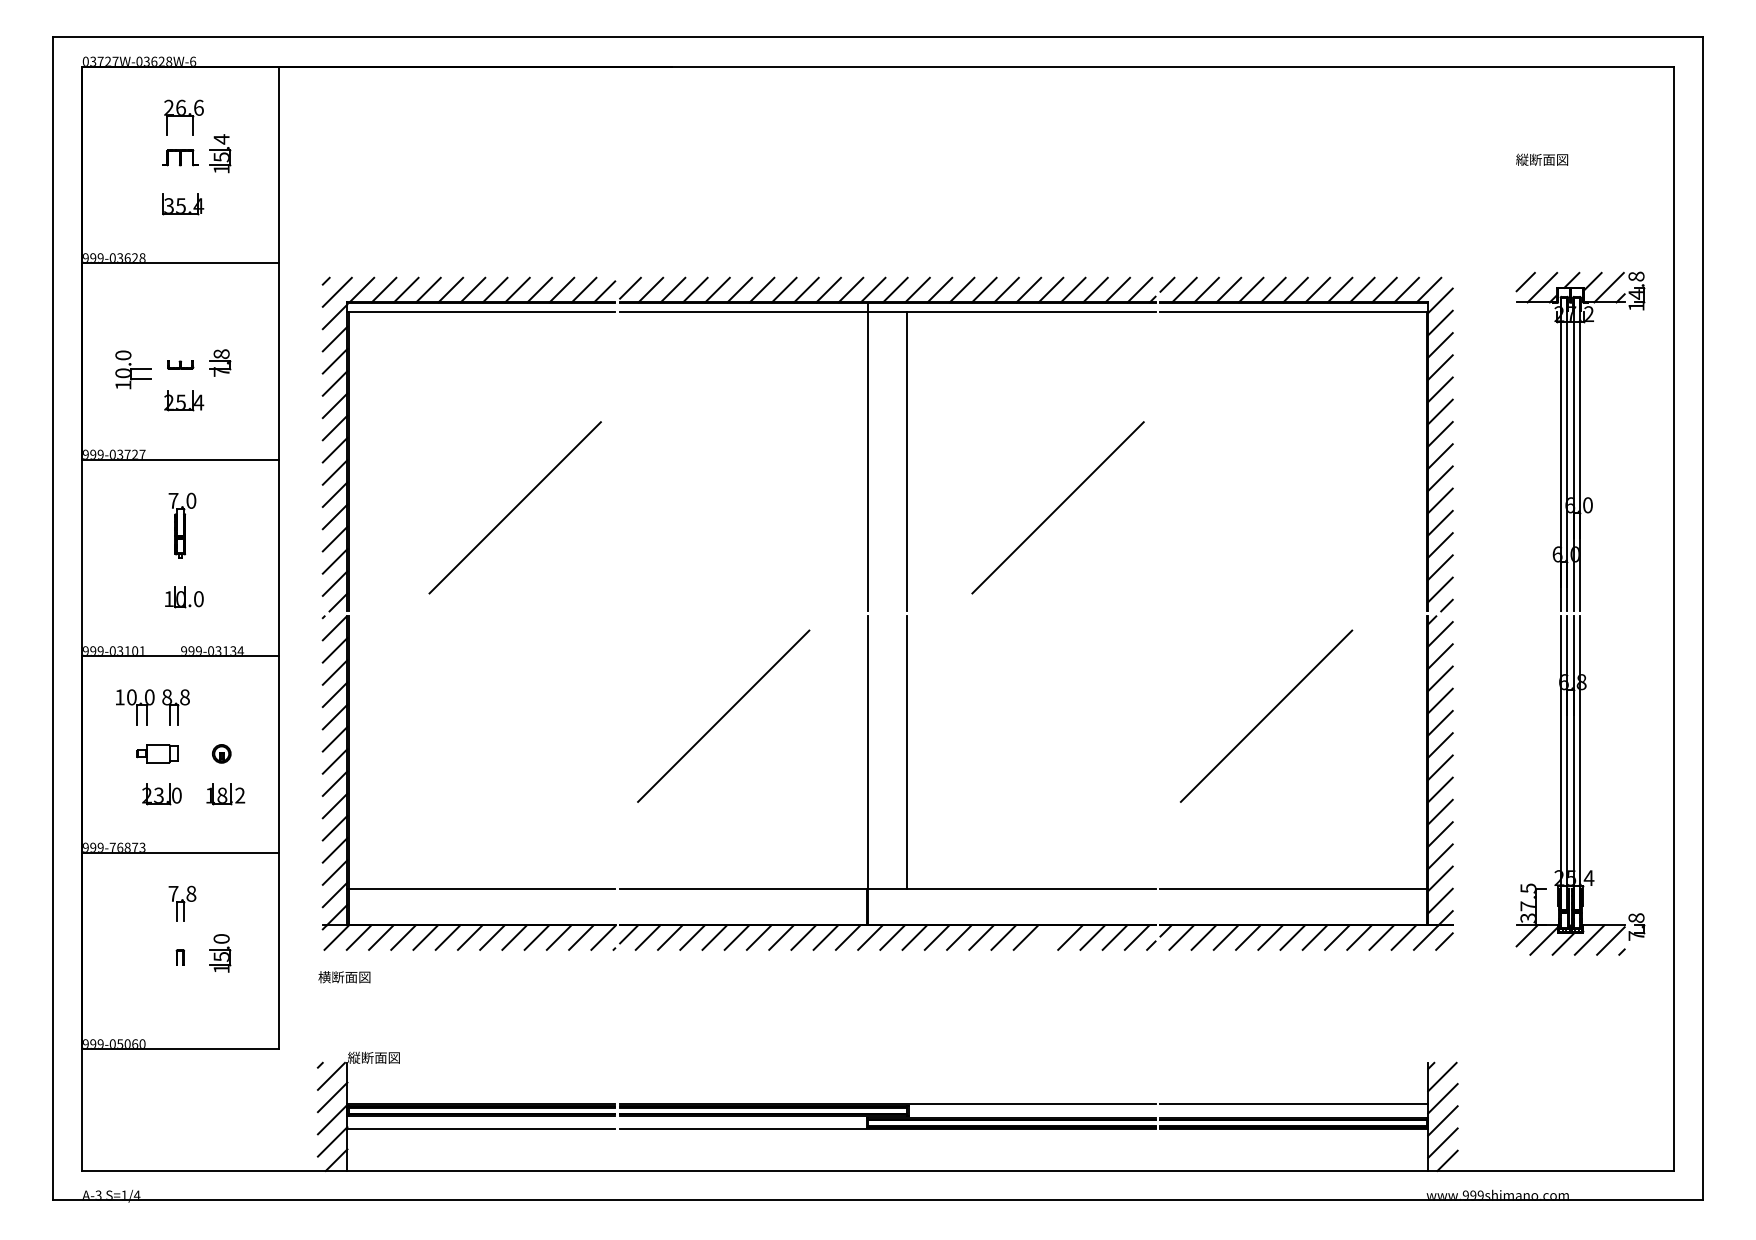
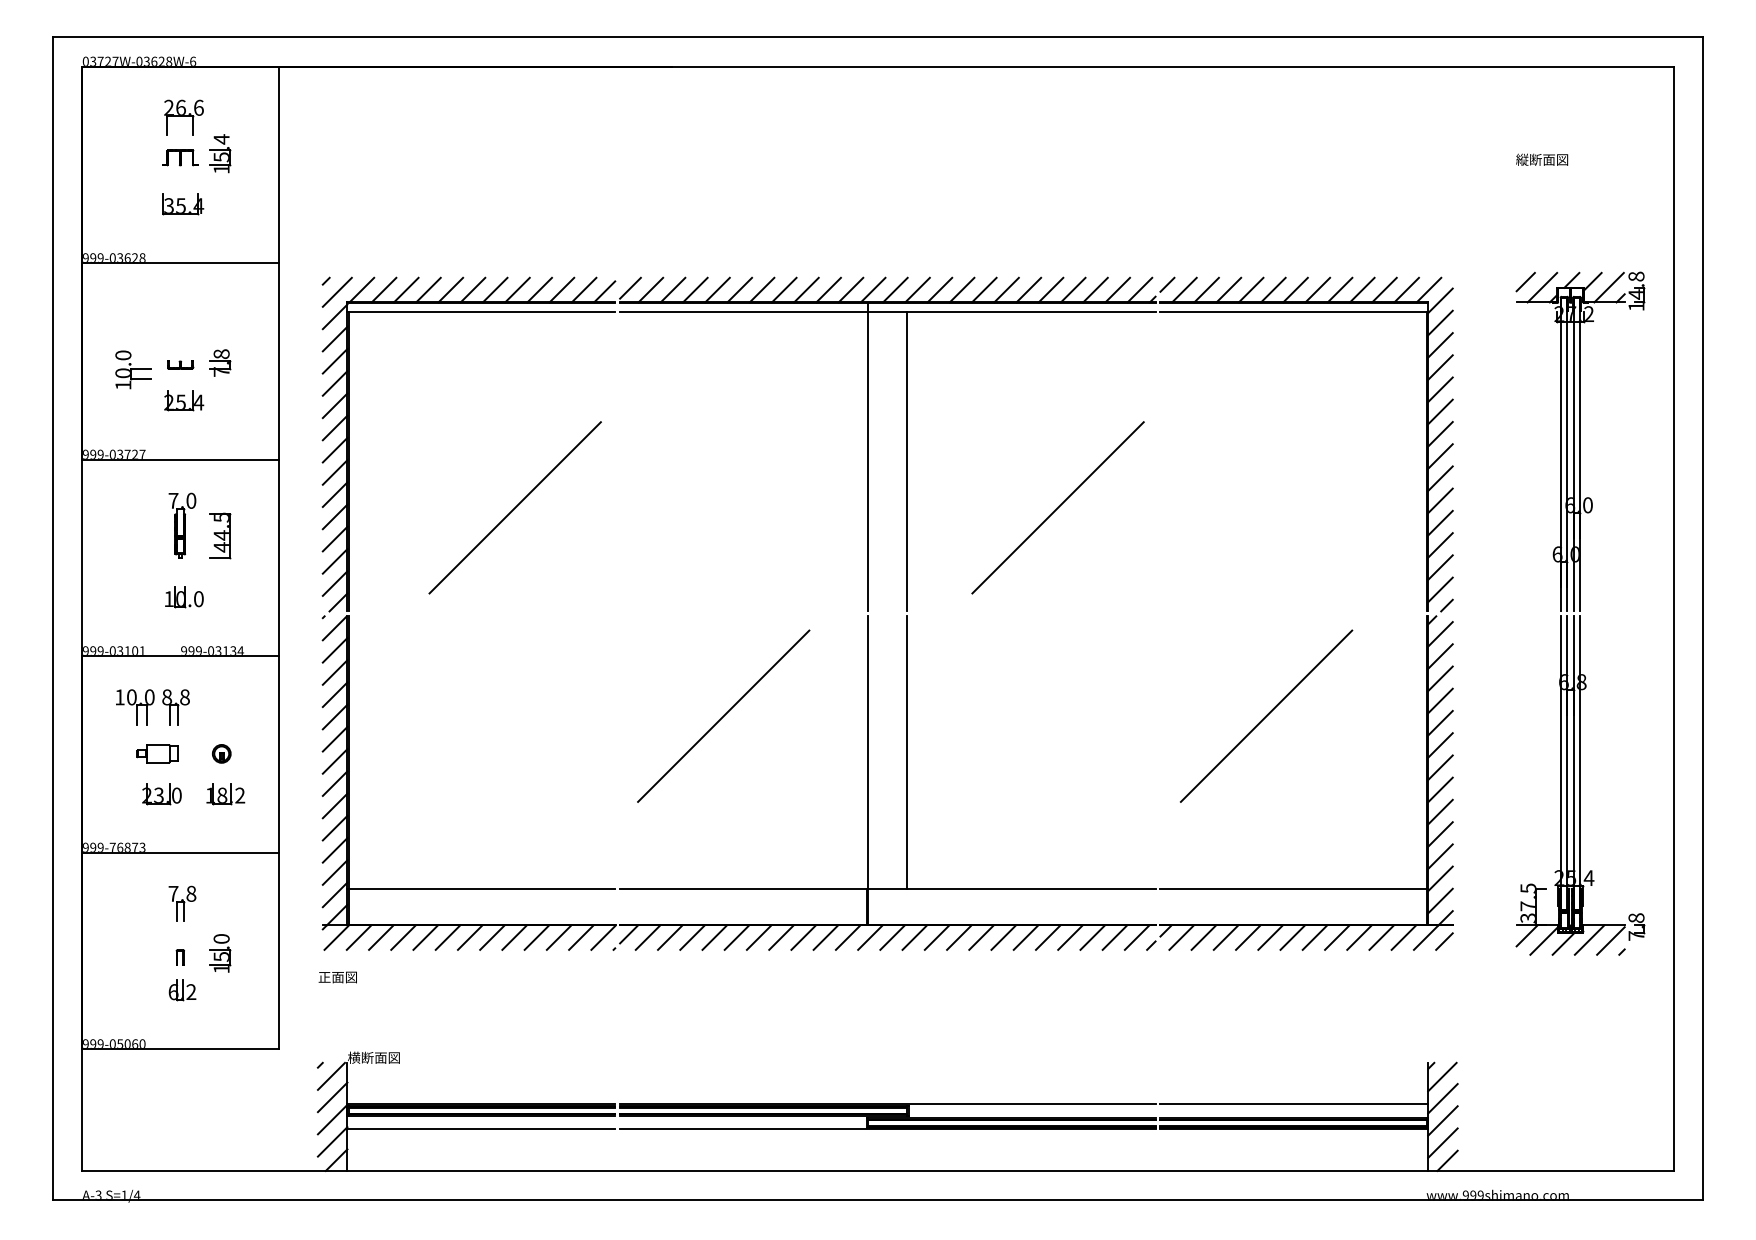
part at (220, 535): none -> present
line at (1047, 937): none -> present
text at (344, 977): 横断面図 -> 正面図
part at (182, 990): none -> present
text at (353, 1057): 縦断面図 -> 横断面図
